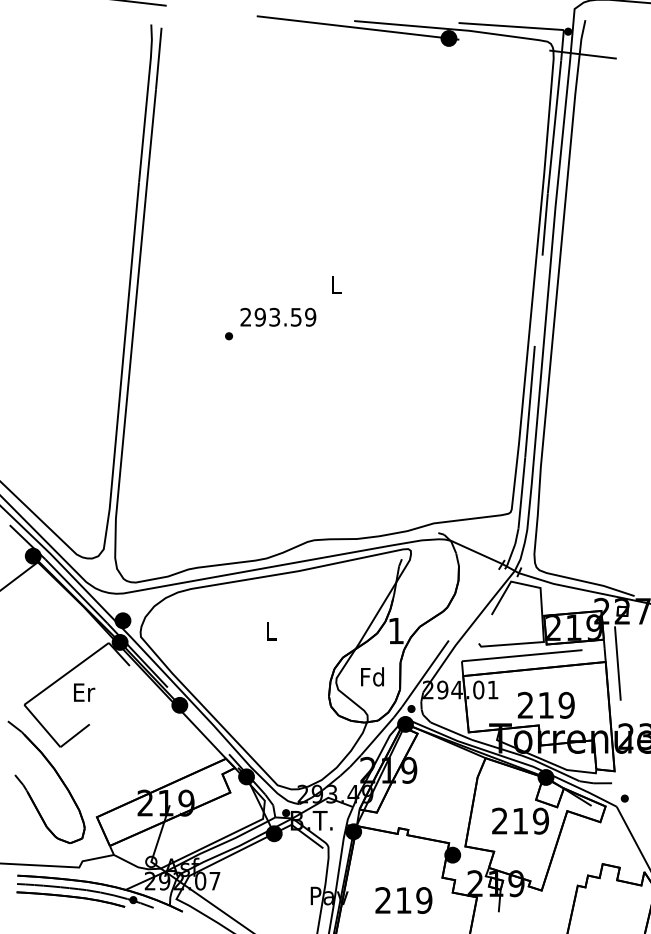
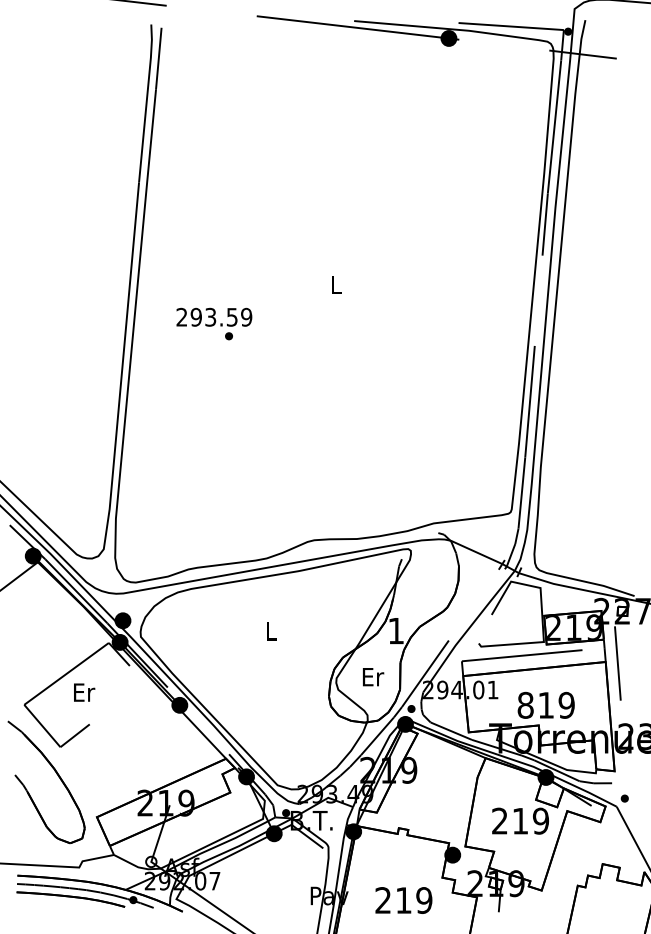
text at (278, 316) position: (278, 316) -> (214, 316)
text at (372, 676): Fd -> Er
text at (525, 705): 219 -> 819
